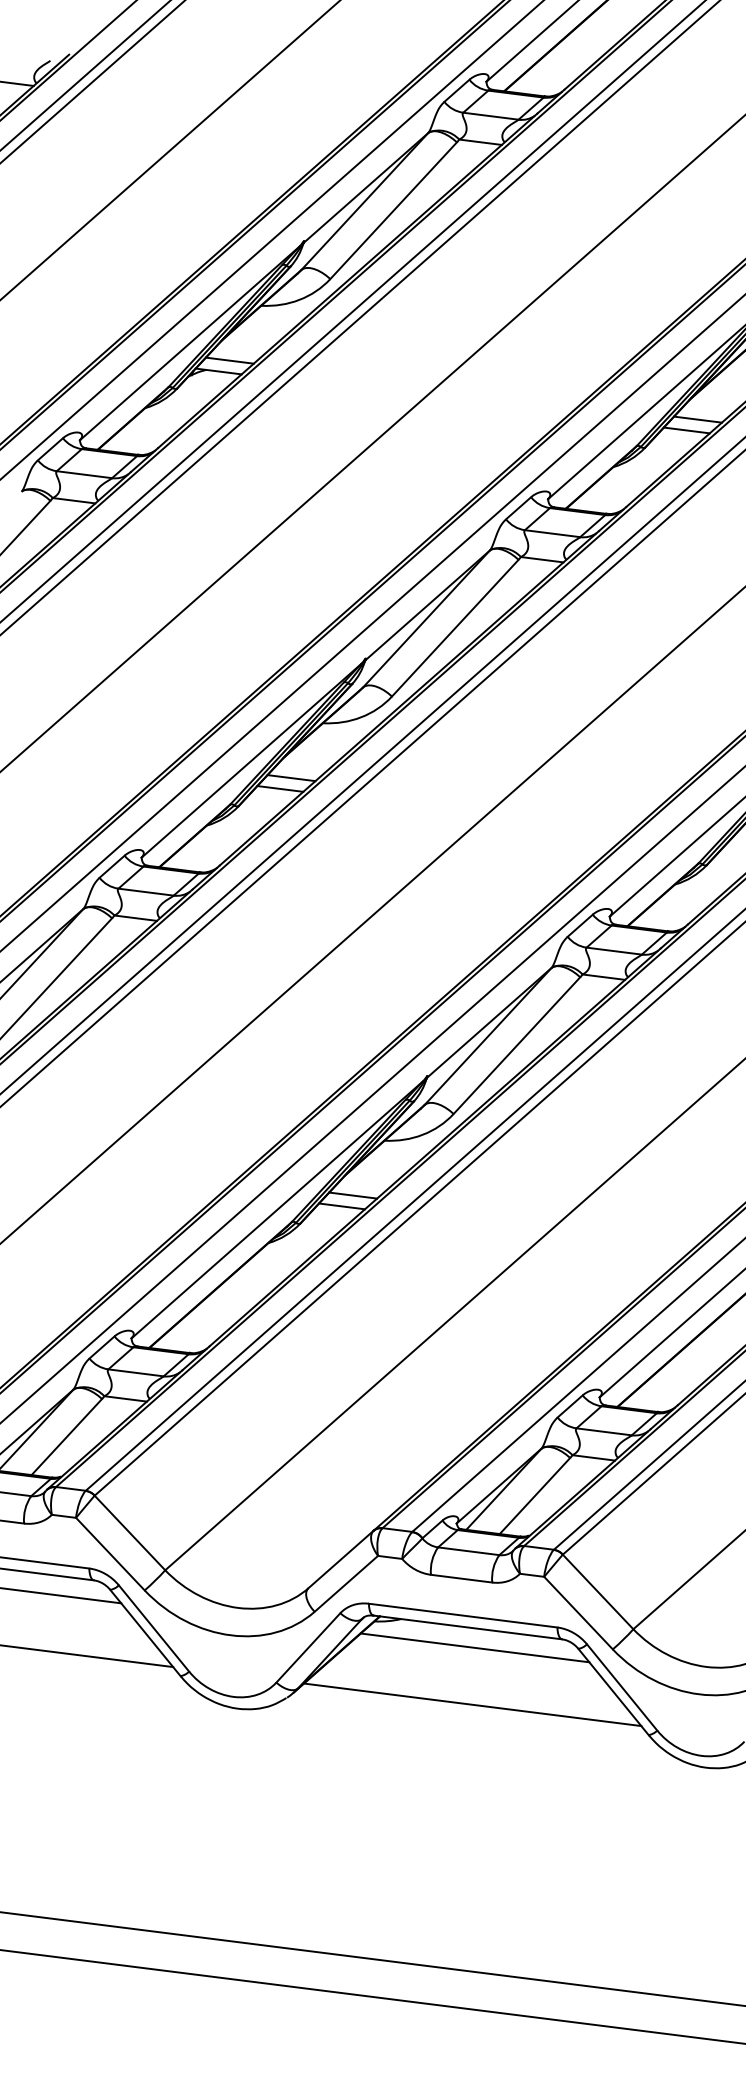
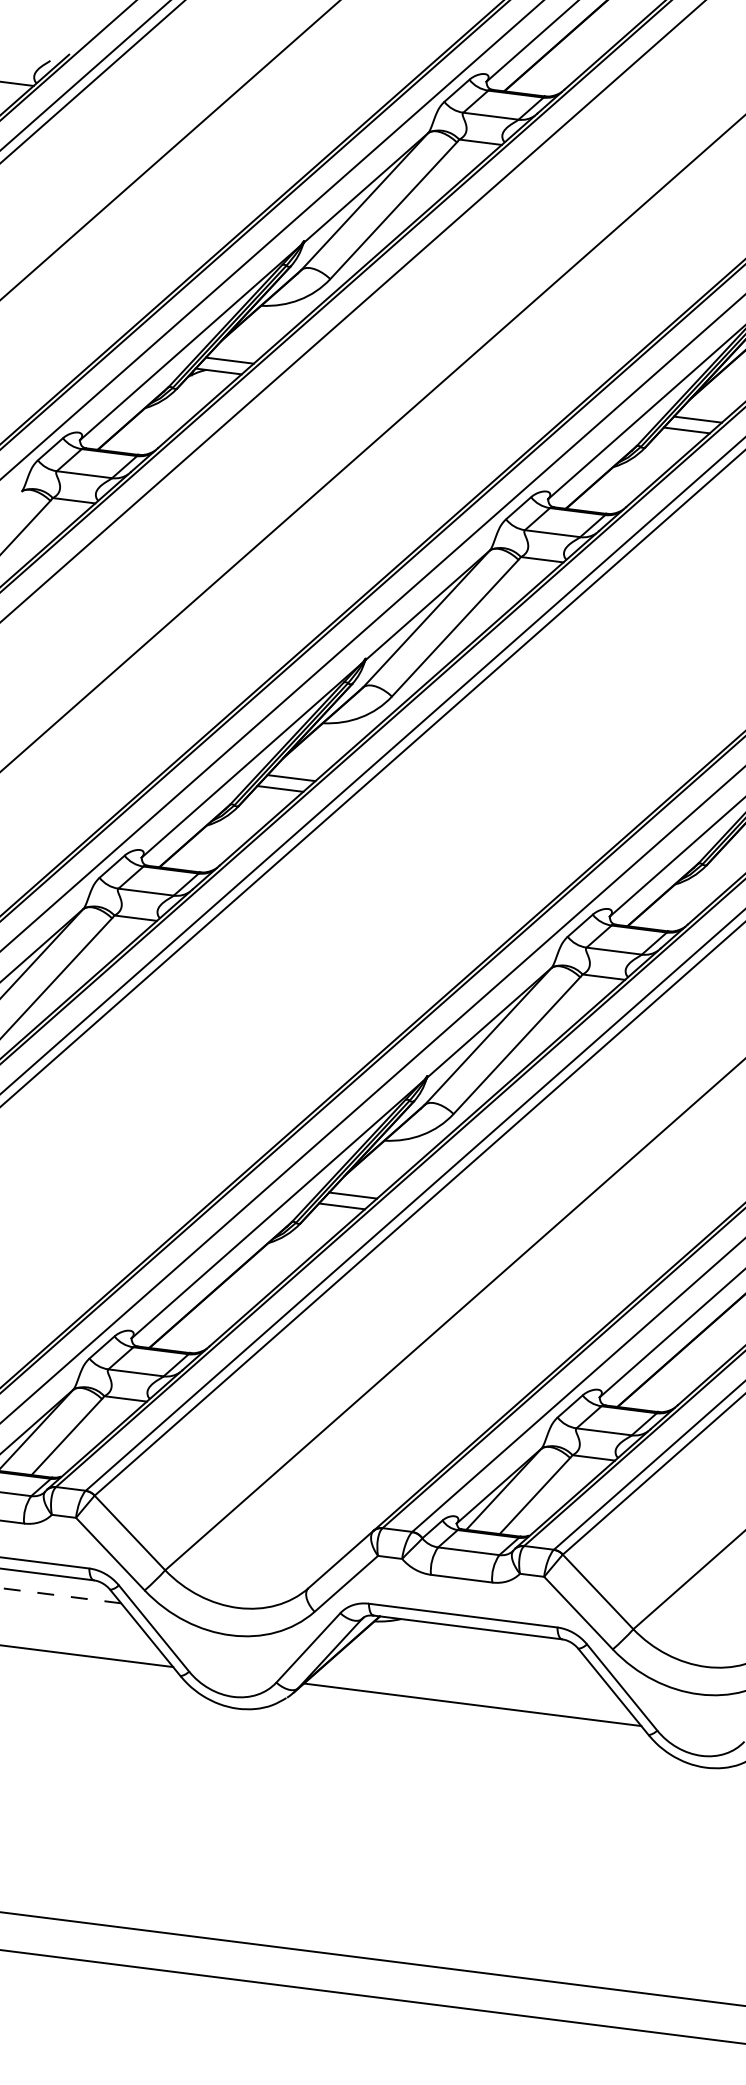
line at (359, 317): present -> none
line at (372, 915): present -> none
line at (60, 1595): solid -> dashed
line at (474, 1647): present -> none
